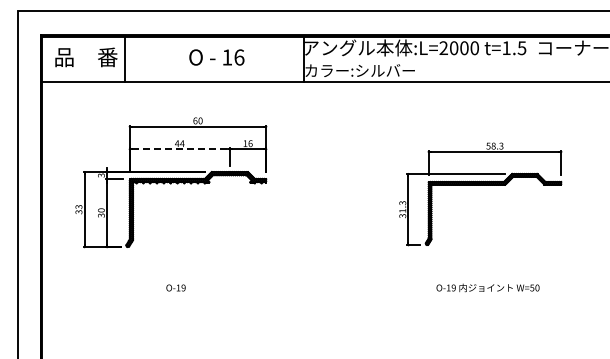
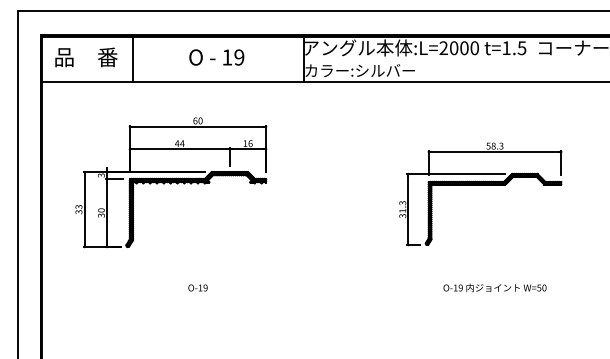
text at (239, 57): 16 -> 19
line at (125, 59) position: (125, 59) -> (133, 59)
line at (179, 149): dashed -> solid
text at (175, 287) position: (175, 287) -> (197, 287)
text at (487, 287) position: (487, 287) -> (494, 287)
